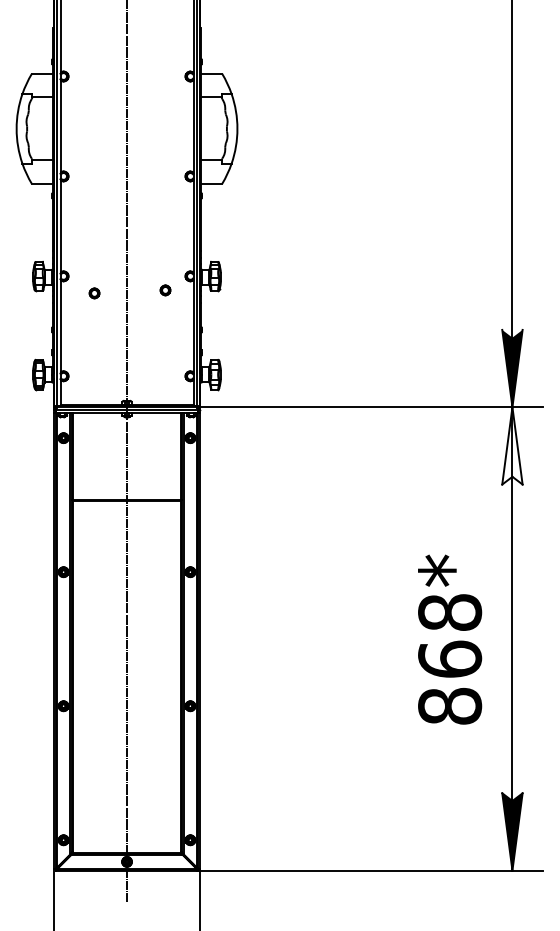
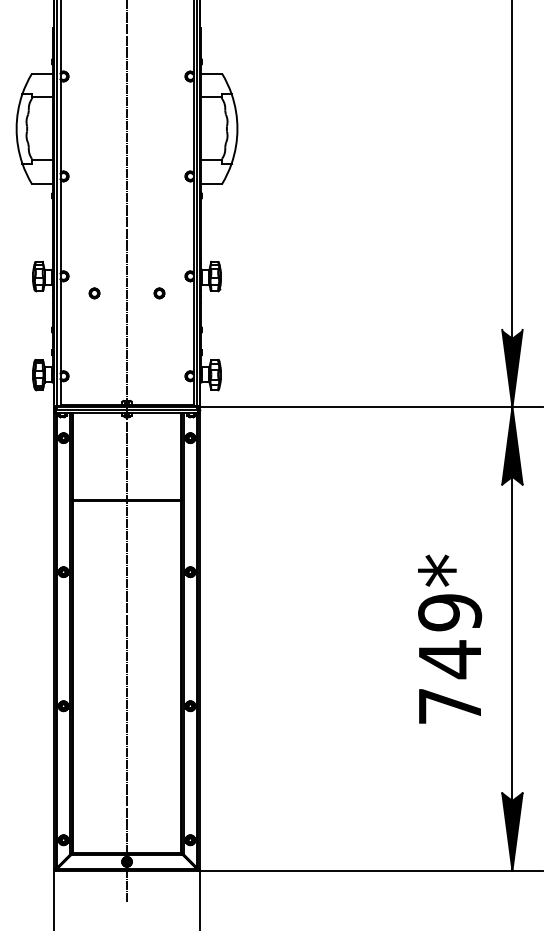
part at (165, 290) position: (165, 290) -> (159, 293)
fill at (512, 445): none -> present
text at (450, 659): 868* -> 749*
